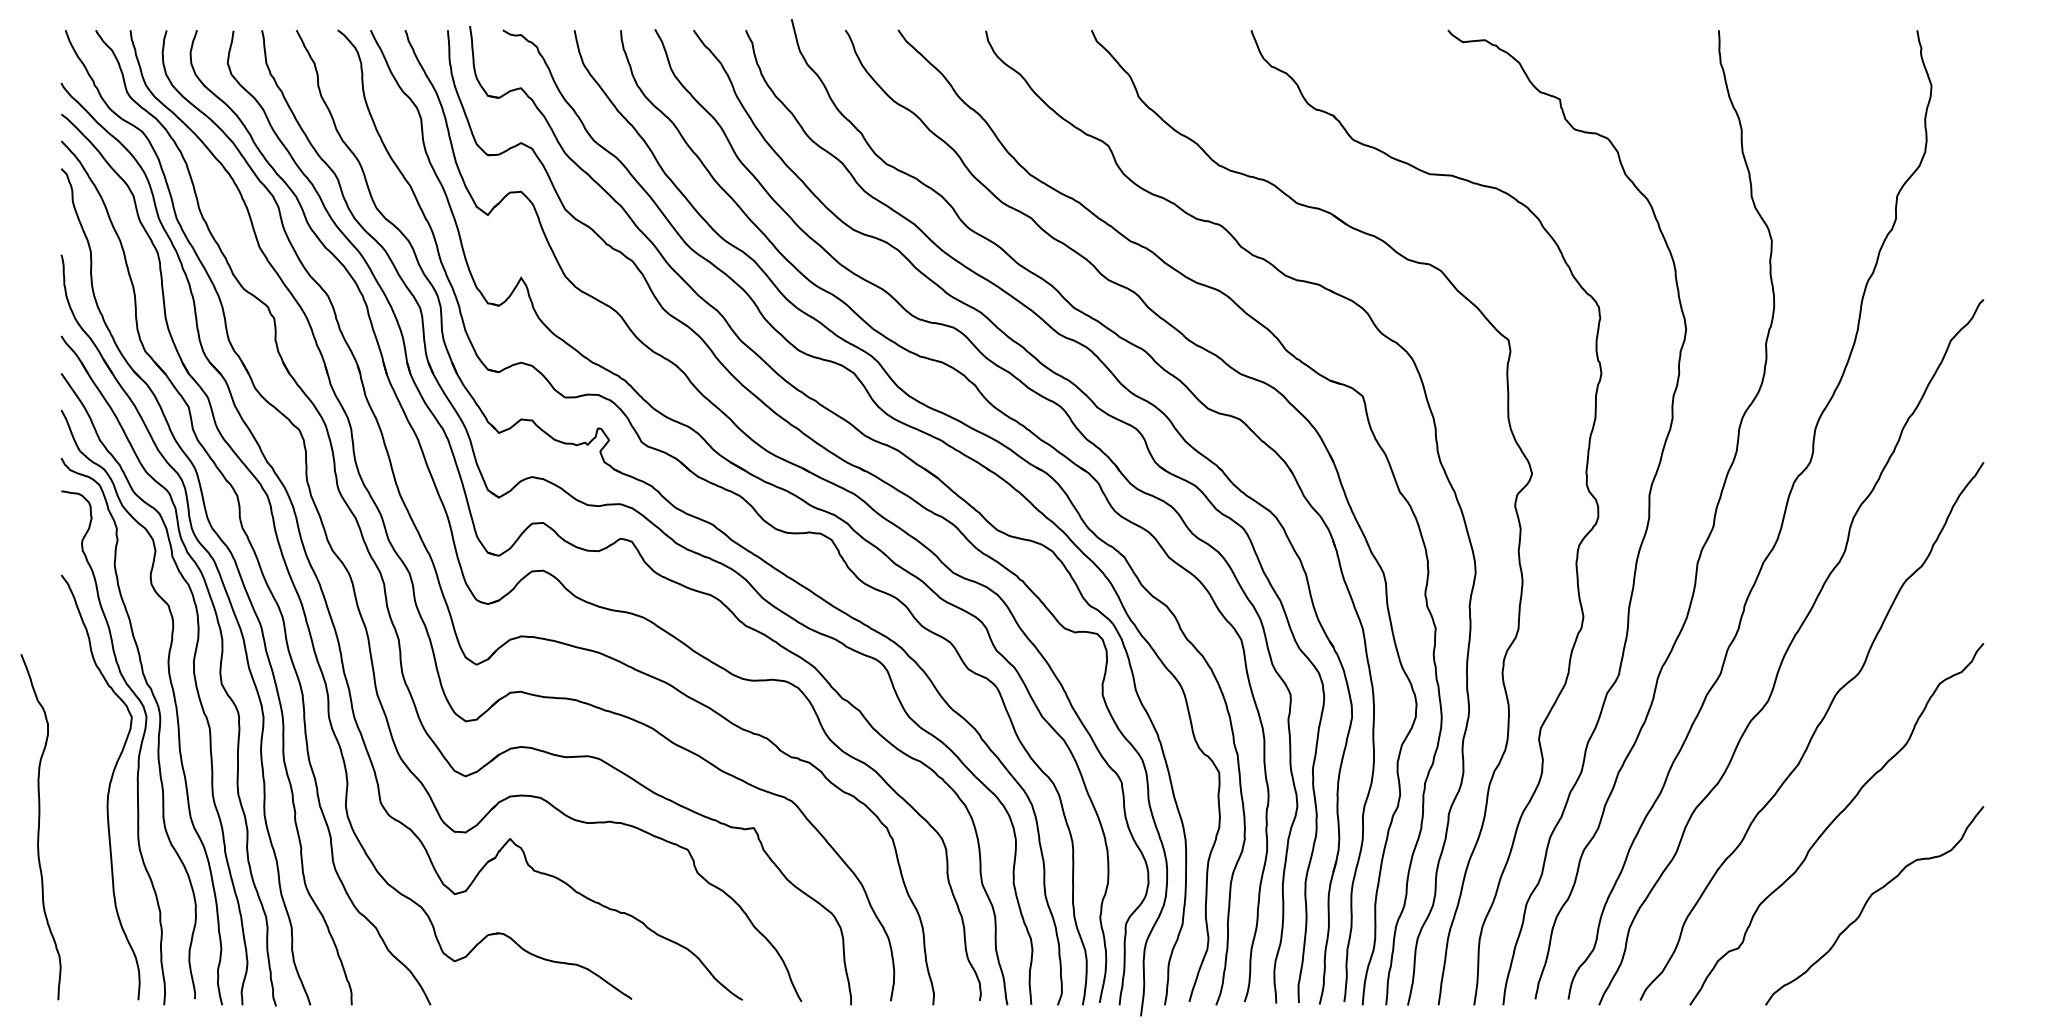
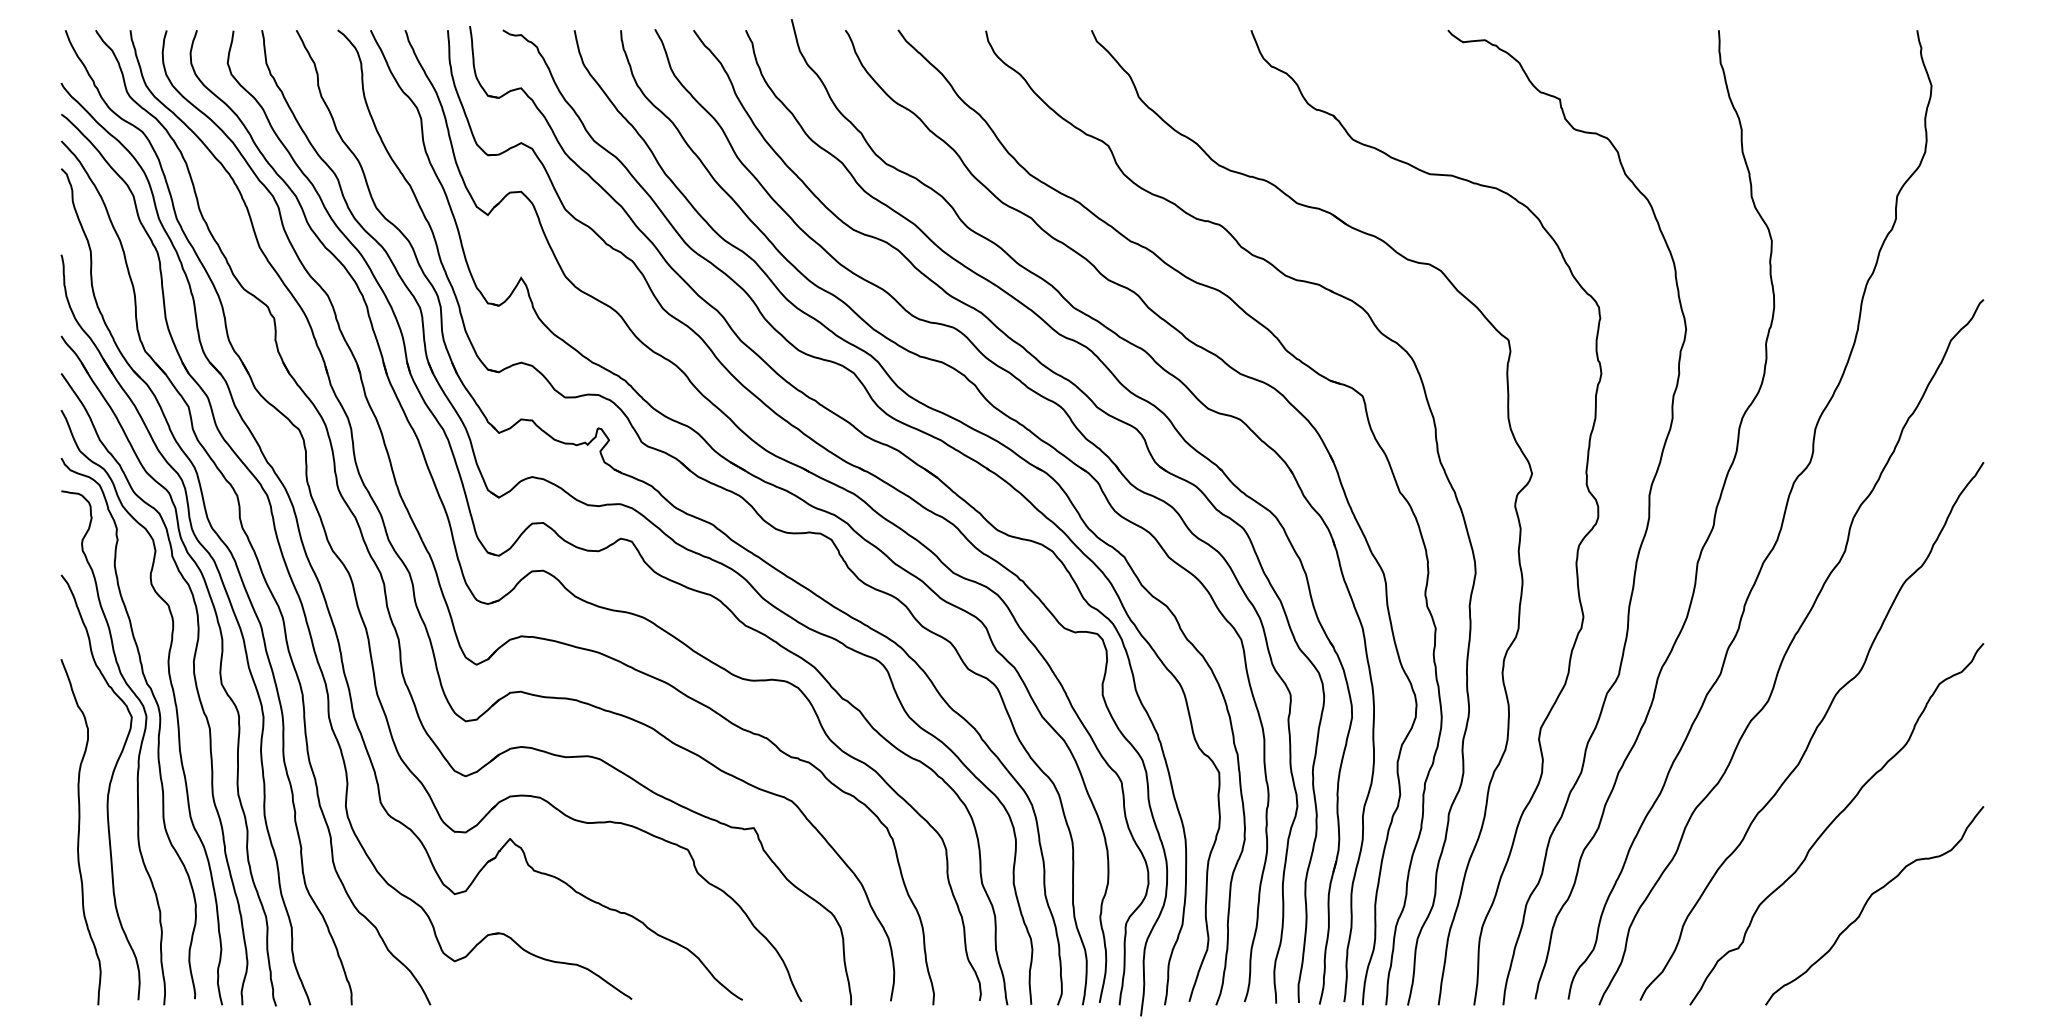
curve at (39, 827) position: (39, 827) -> (79, 832)
